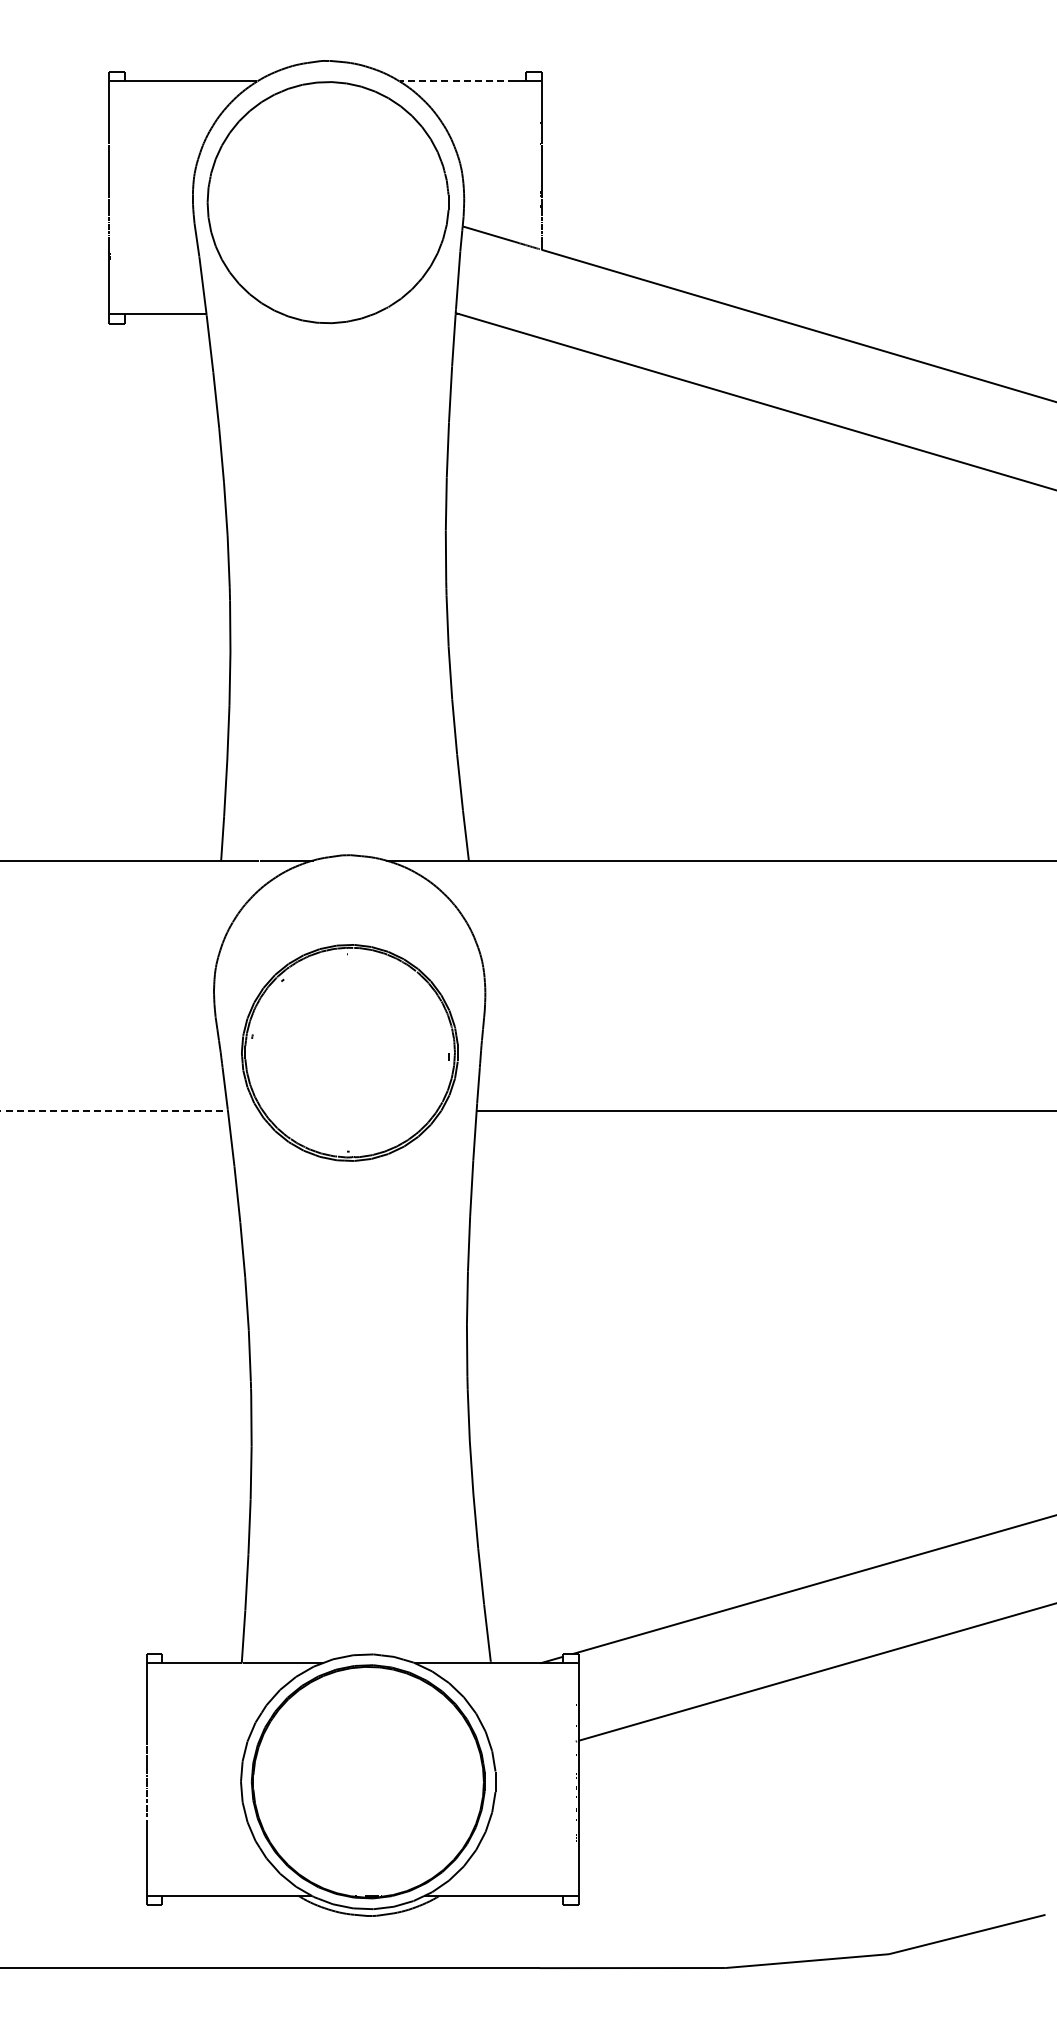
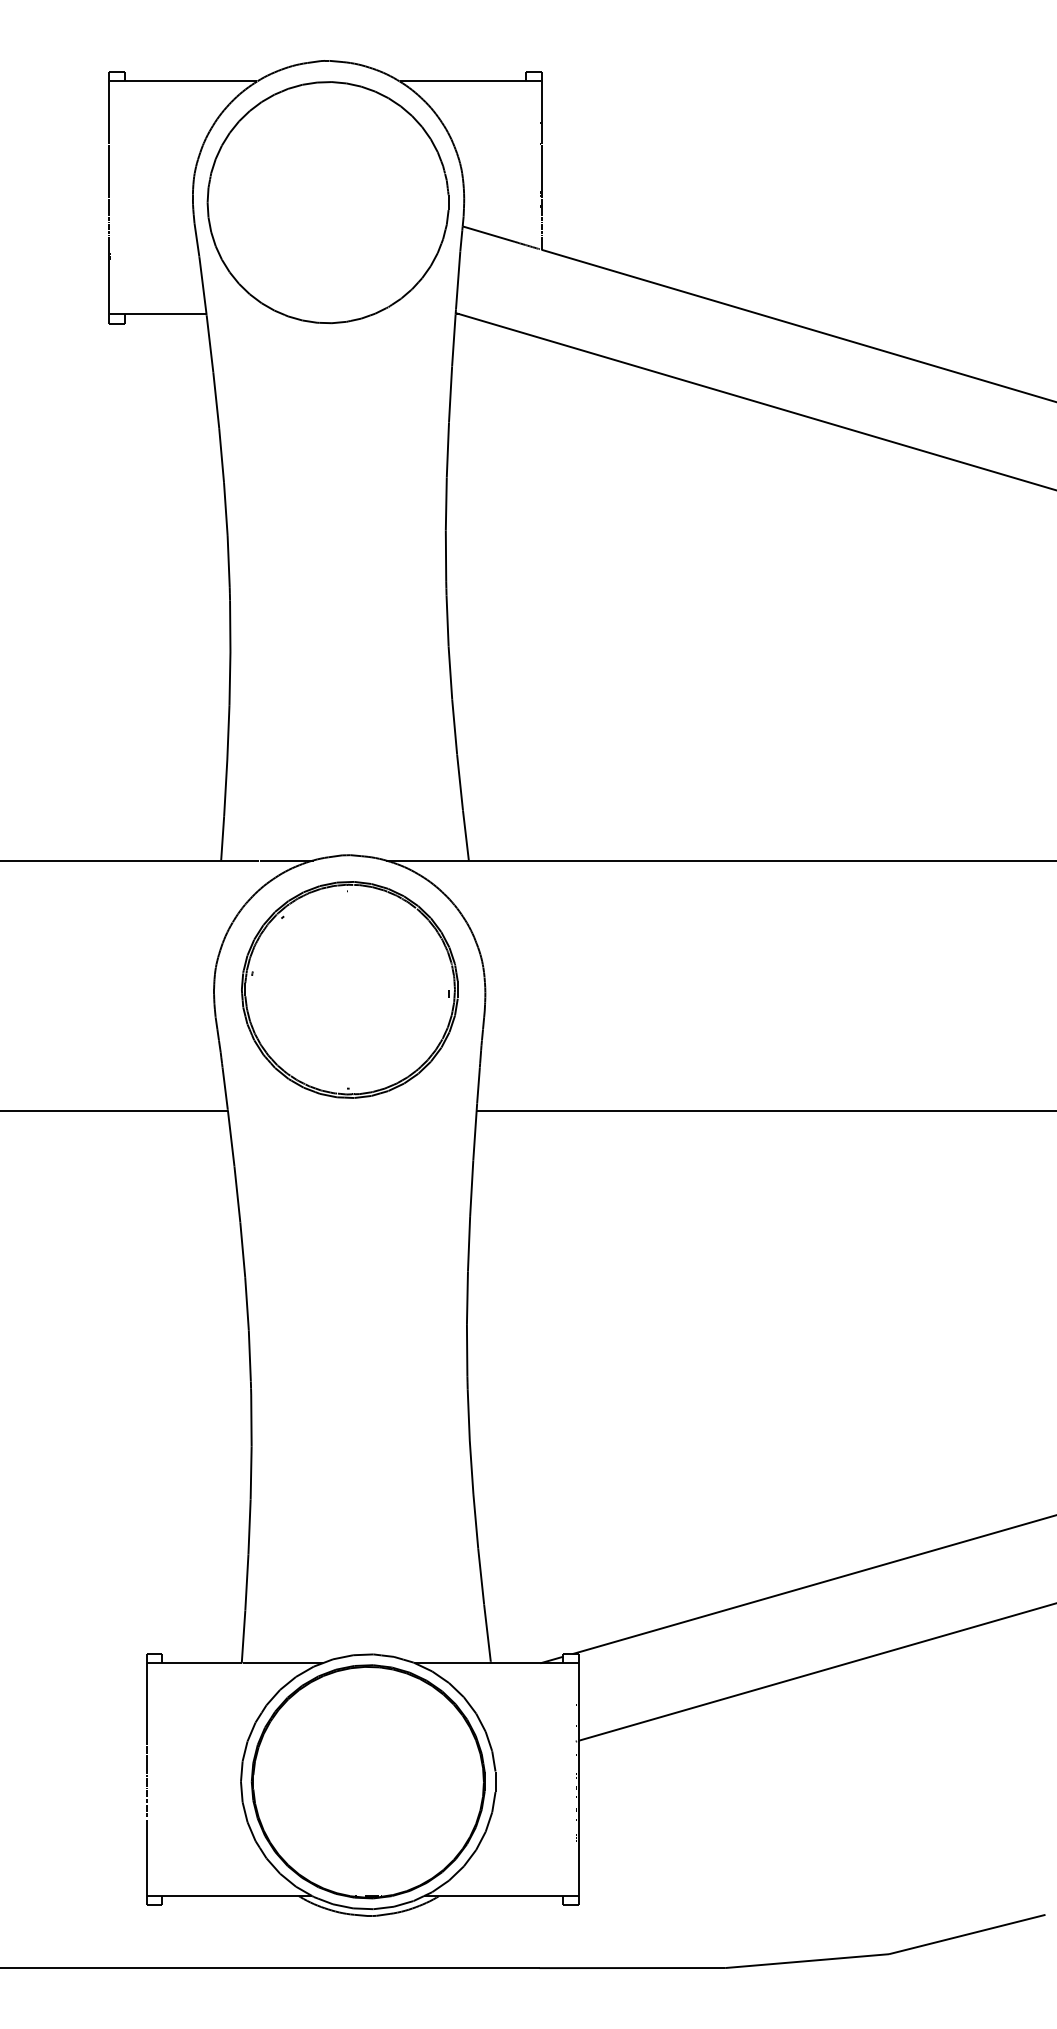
line at (457, 81): dashed -> solid
part at (349, 1052) position: (349, 1052) -> (349, 989)
line at (114, 1110): dashed -> solid
